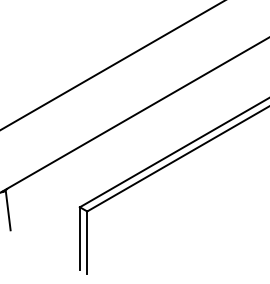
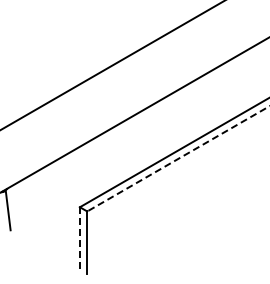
line at (178, 159): solid -> dashed
line at (79, 238): solid -> dashed
